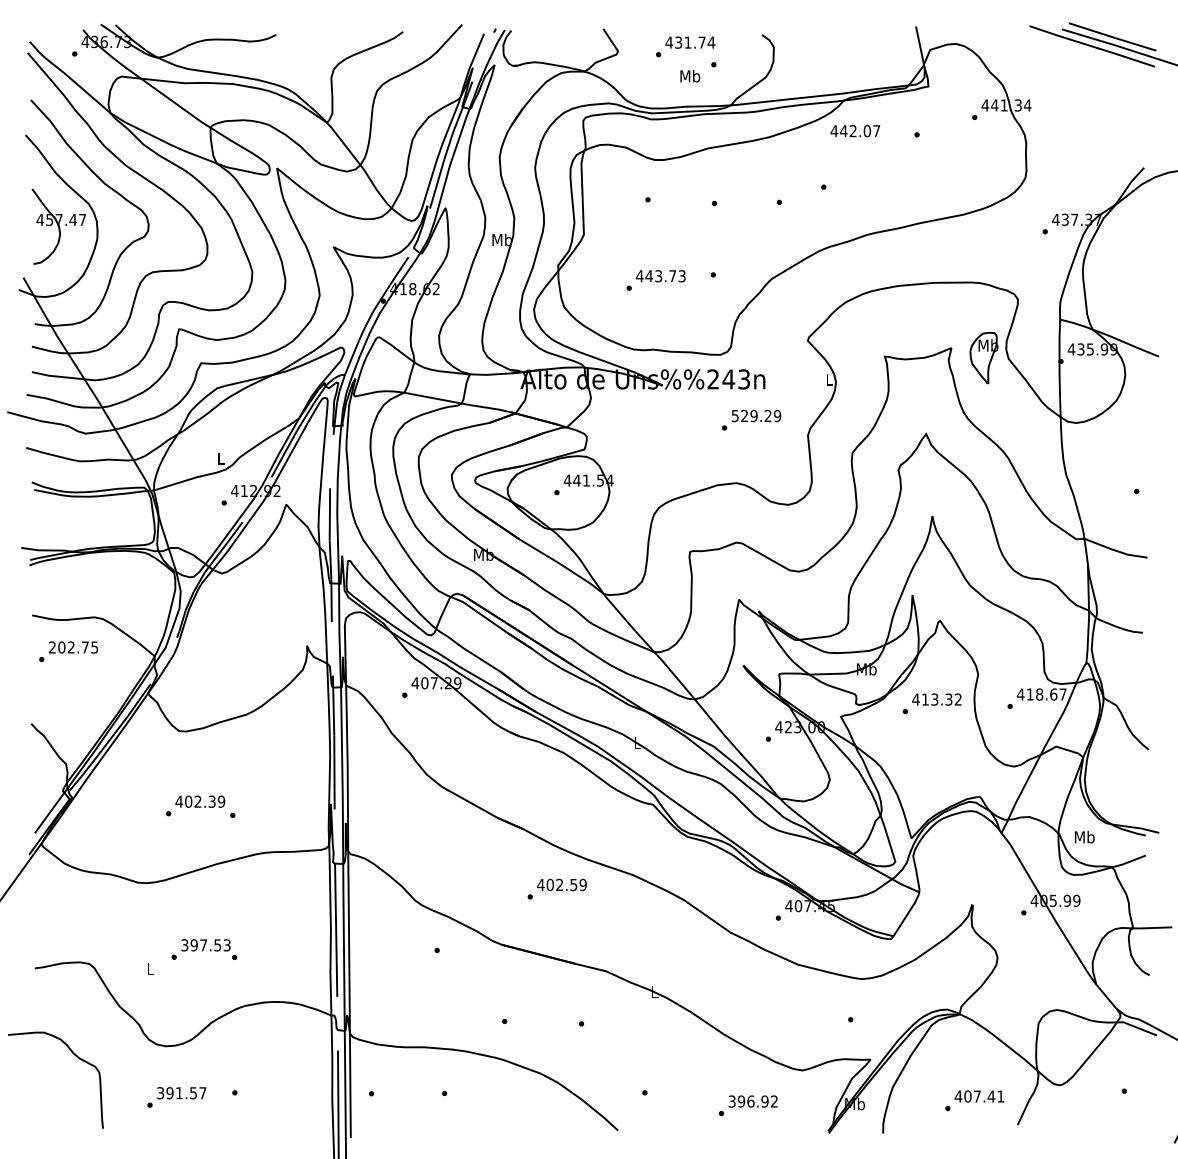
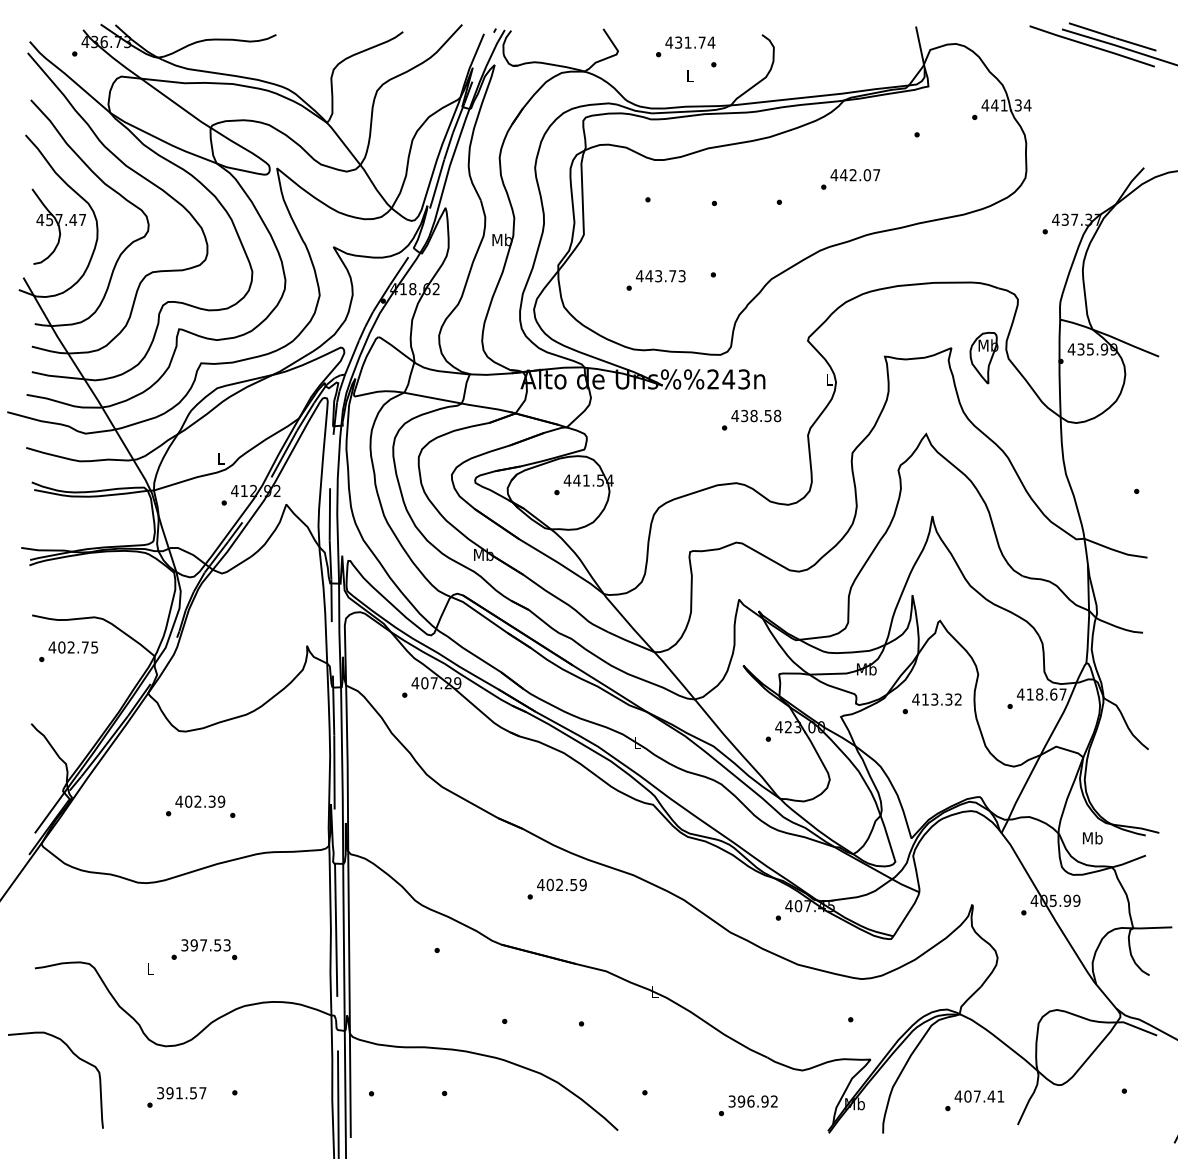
text at (690, 75): Mb -> L
text at (855, 131) position: (855, 131) -> (855, 175)
text at (756, 415): 529.29 -> 438.58
text at (52, 647): 202.75 -> 402.75
text at (1084, 836) position: (1084, 836) -> (1092, 837)
